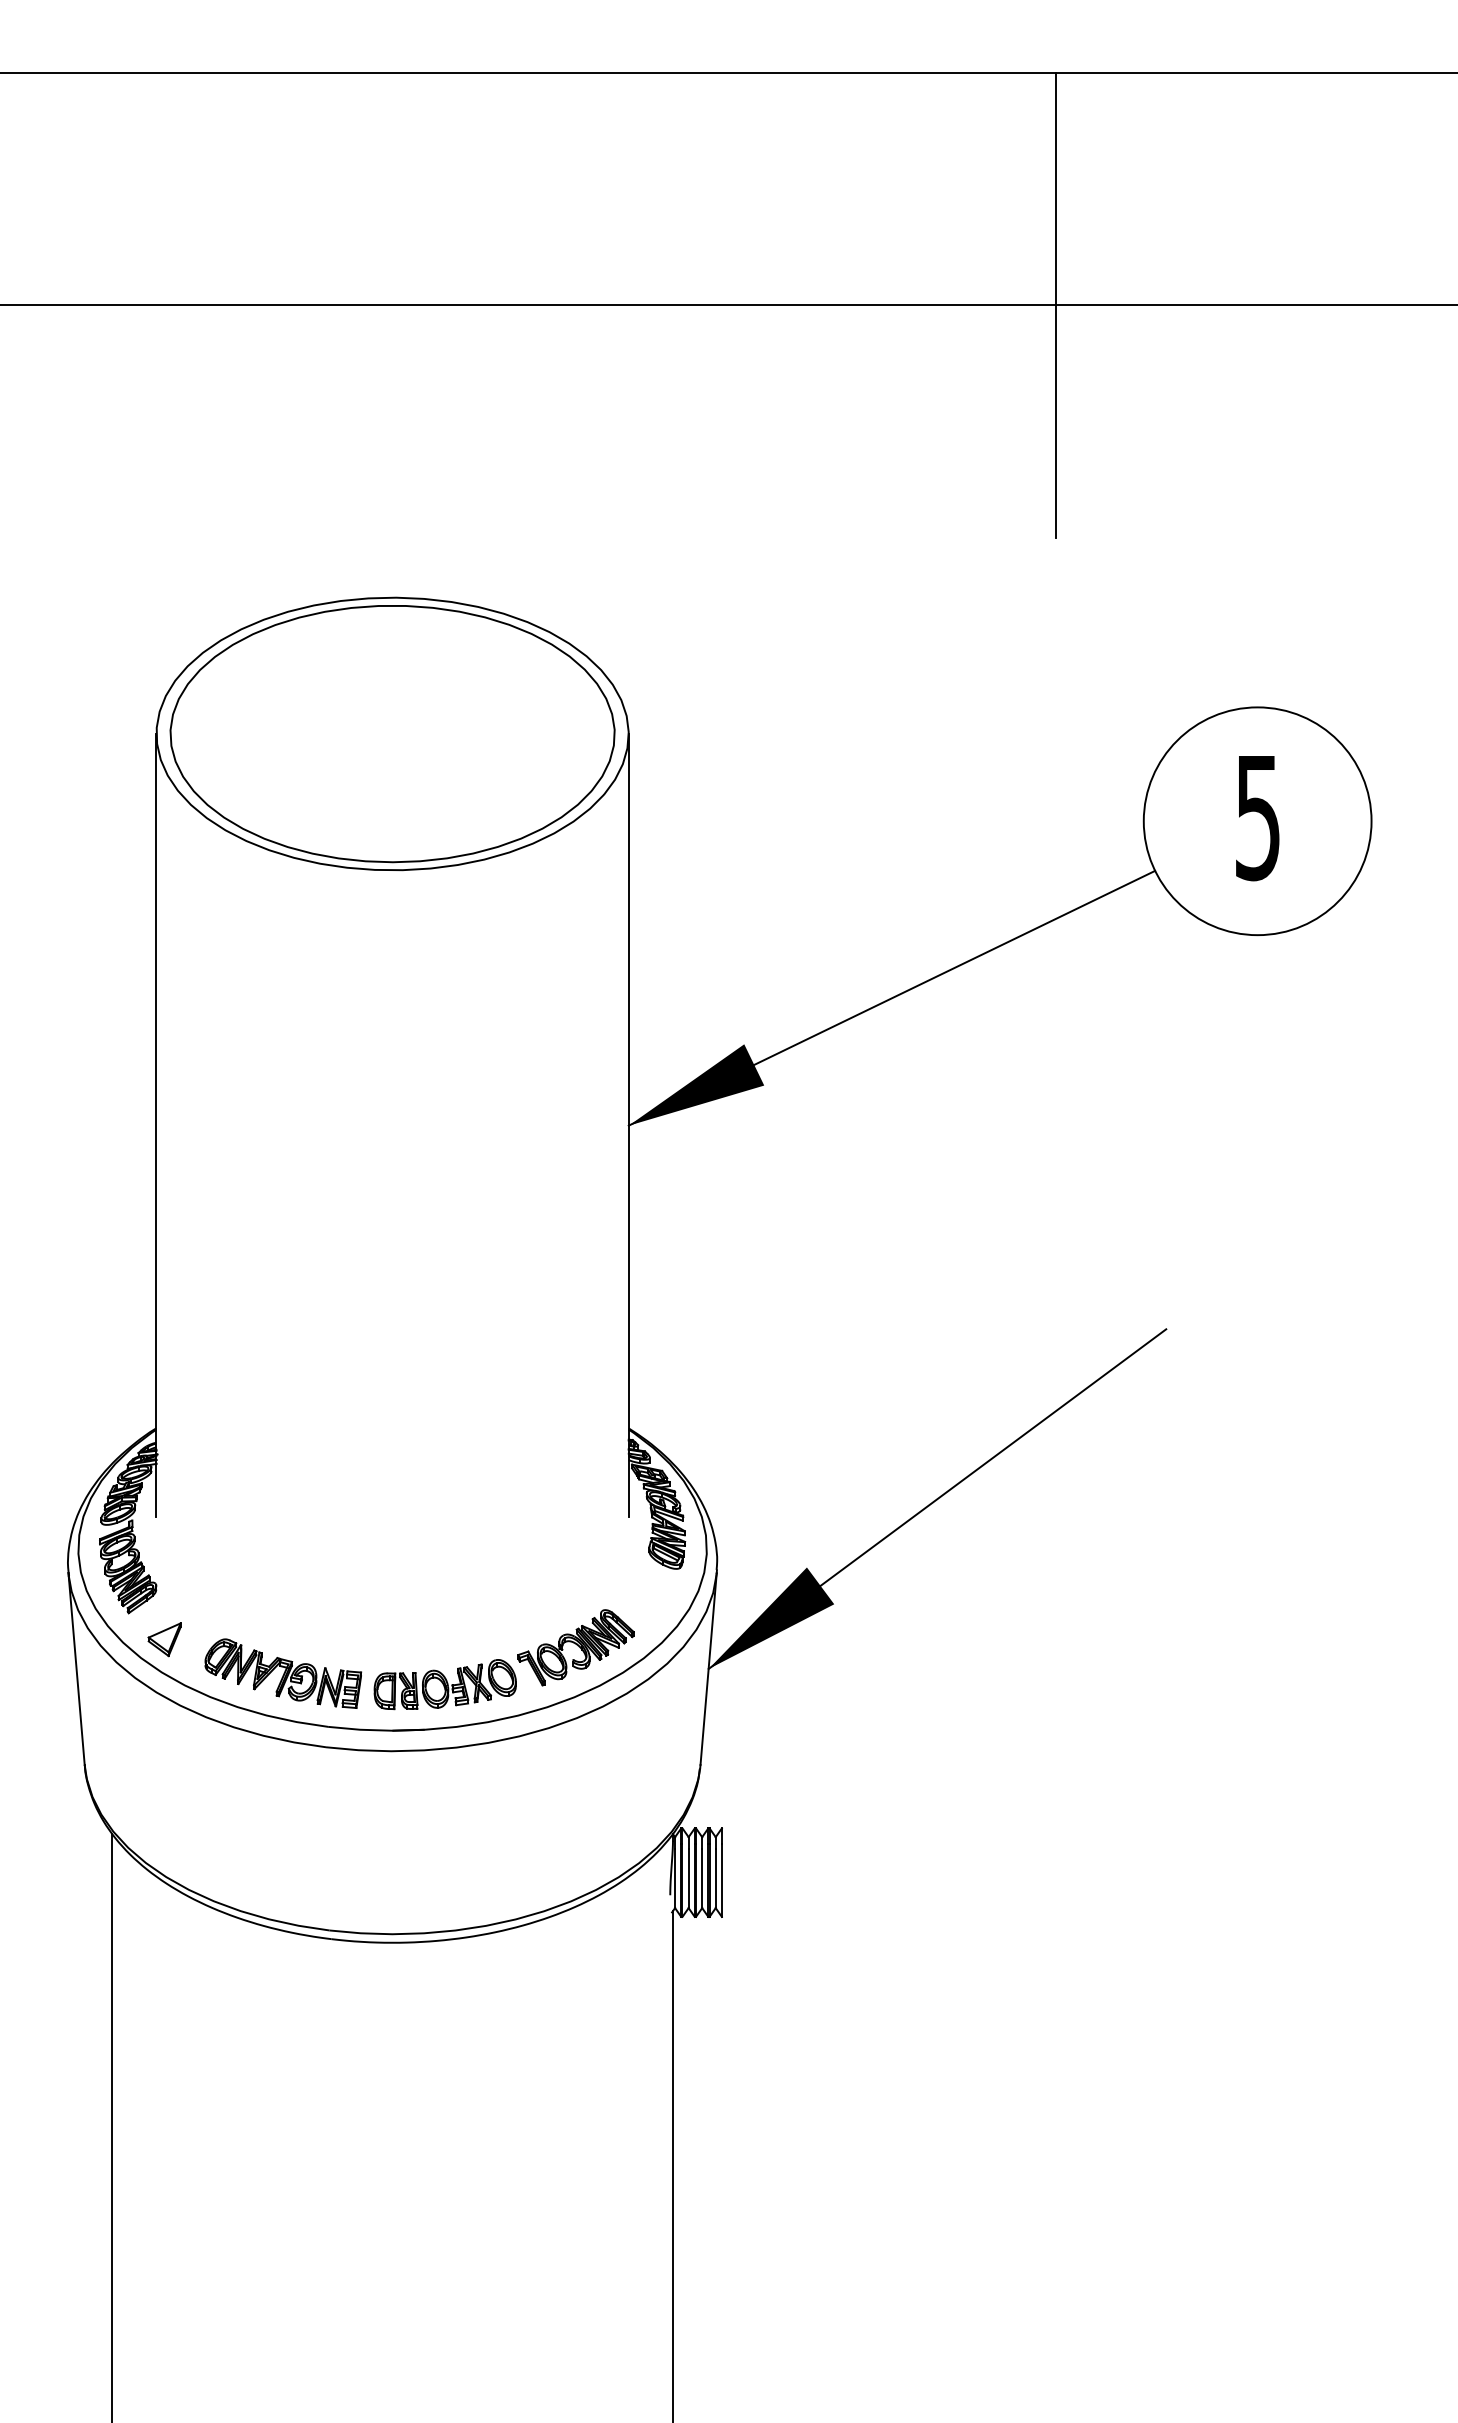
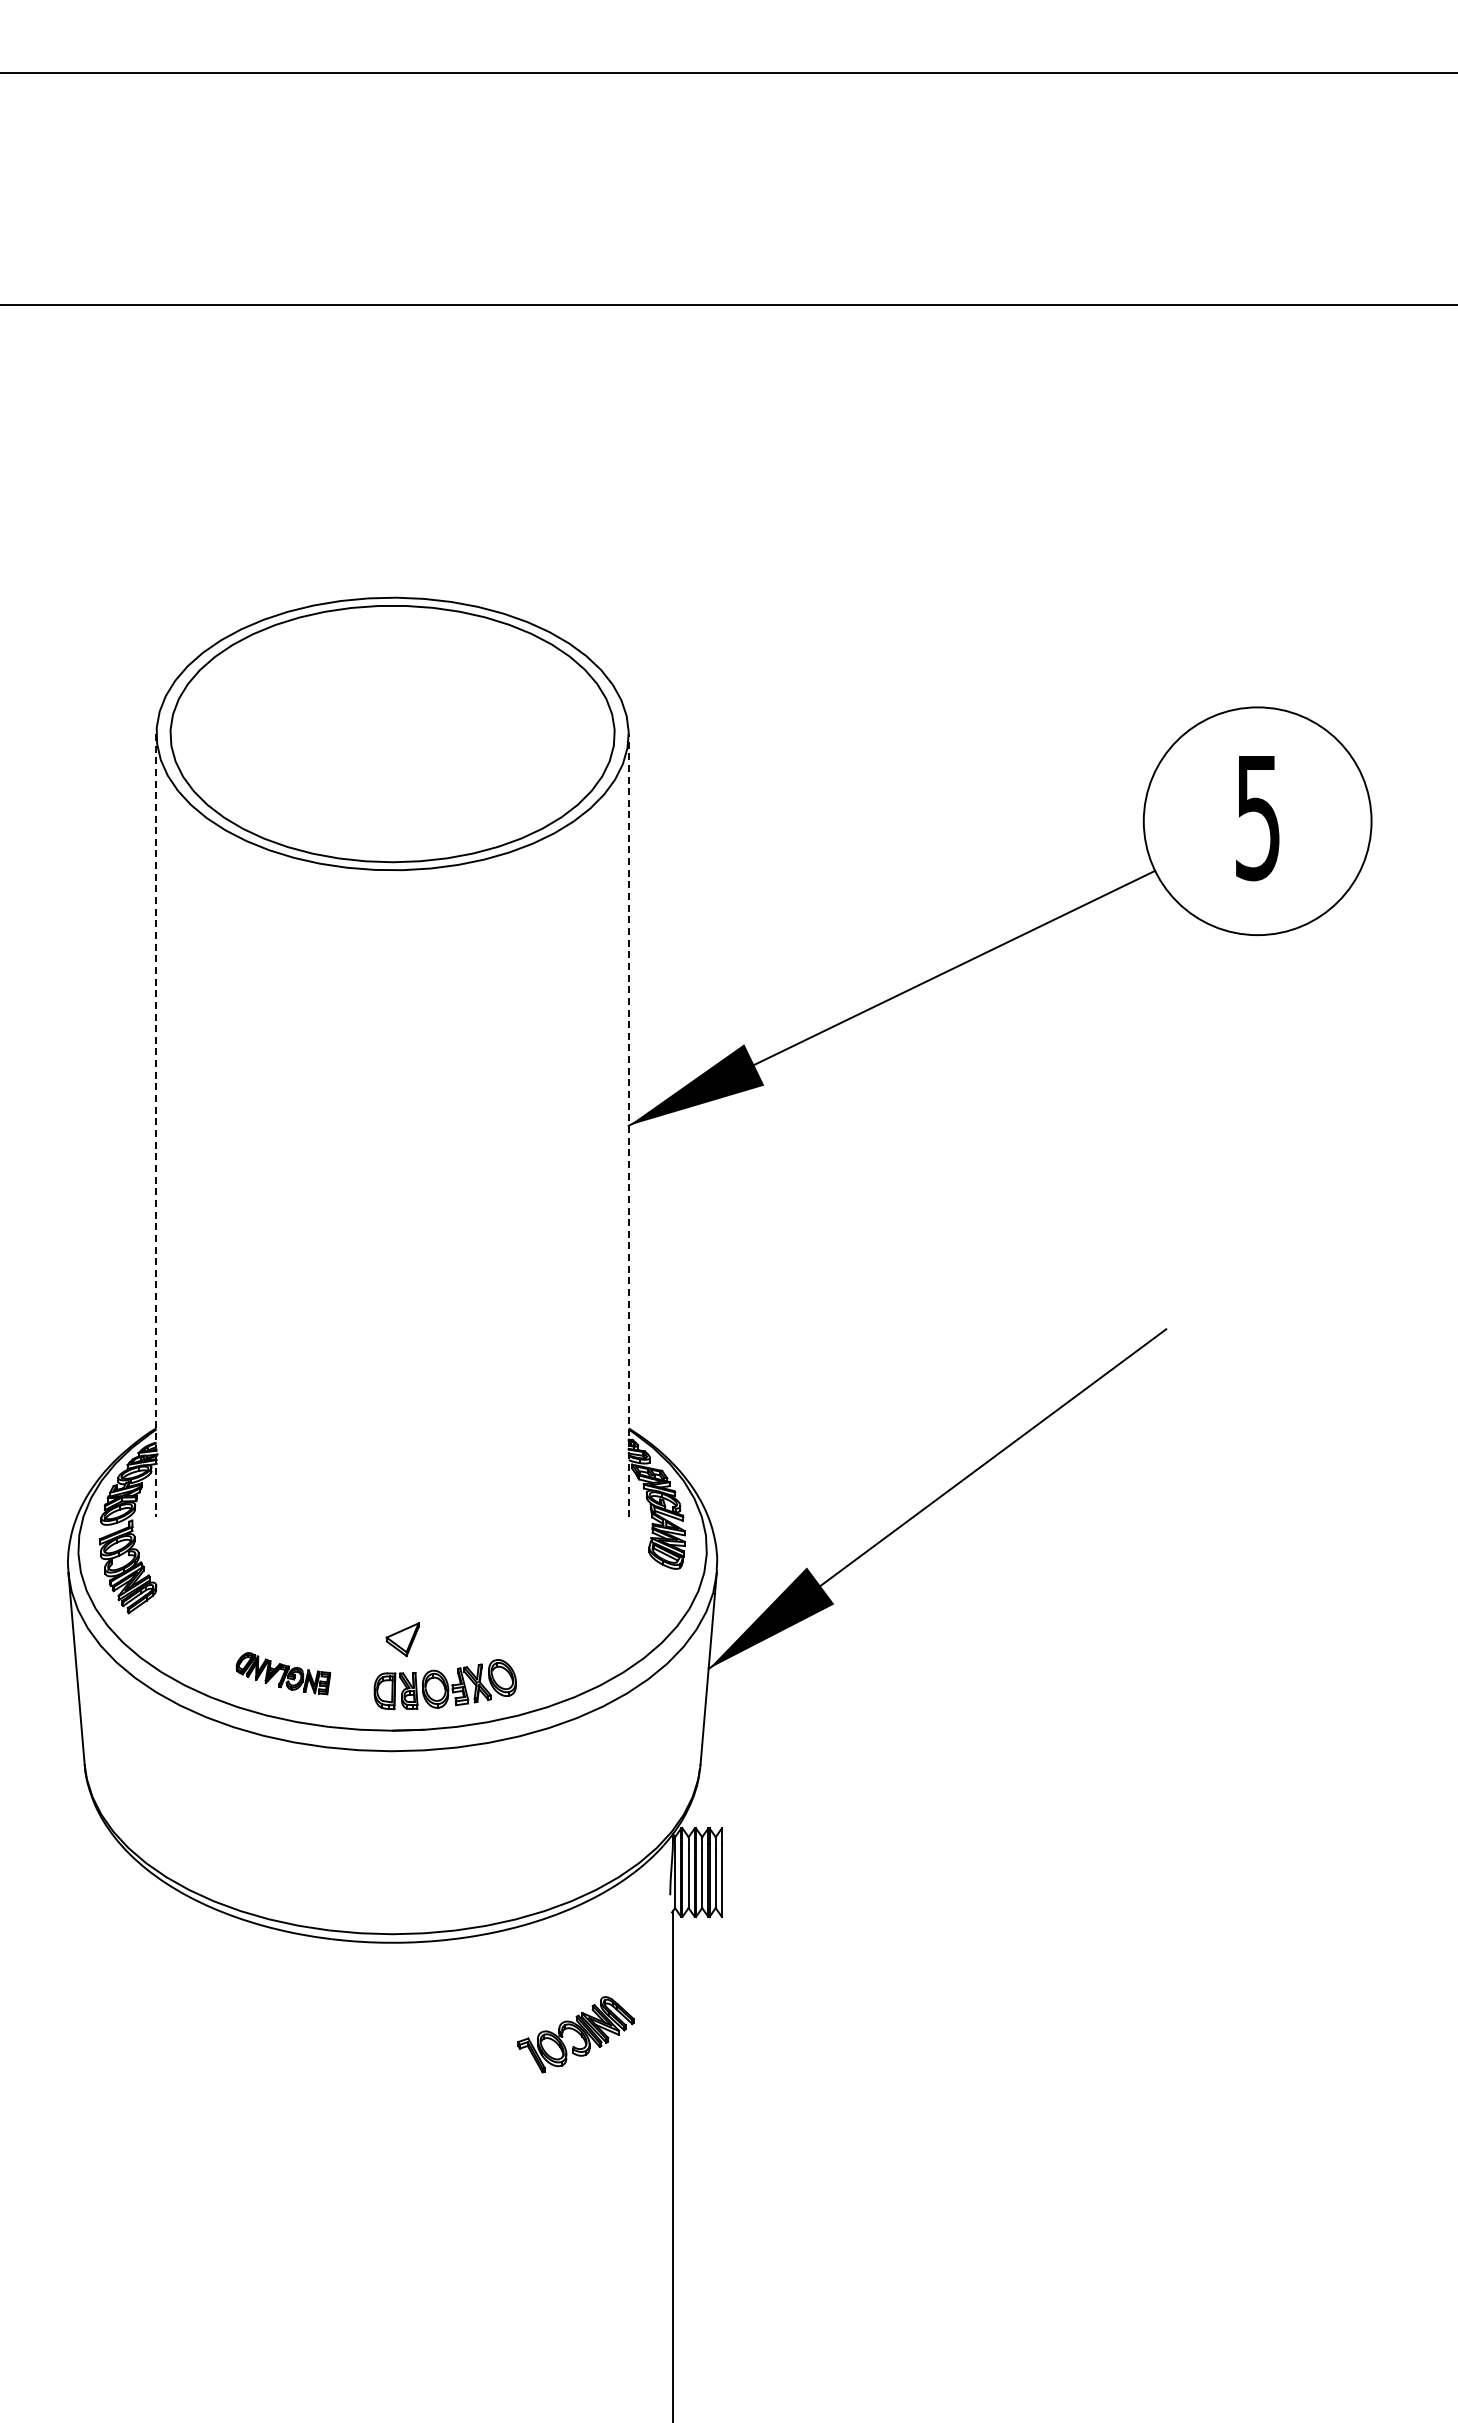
line at (1056, 304): present -> none
line at (156, 1125): solid -> dashed
line at (628, 1125): solid -> dashed
part at (164, 1639) position: (164, 1639) -> (402, 1639)
part at (575, 1647) position: (575, 1647) -> (575, 2034)
part at (283, 1673) size: 159x71 px -> 97x44 px
line at (112, 2126): present -> none
